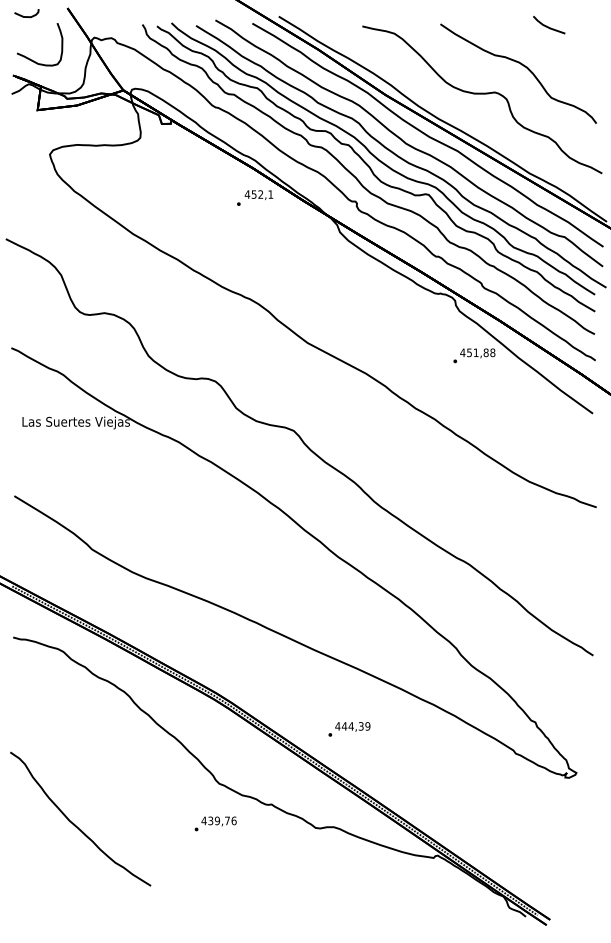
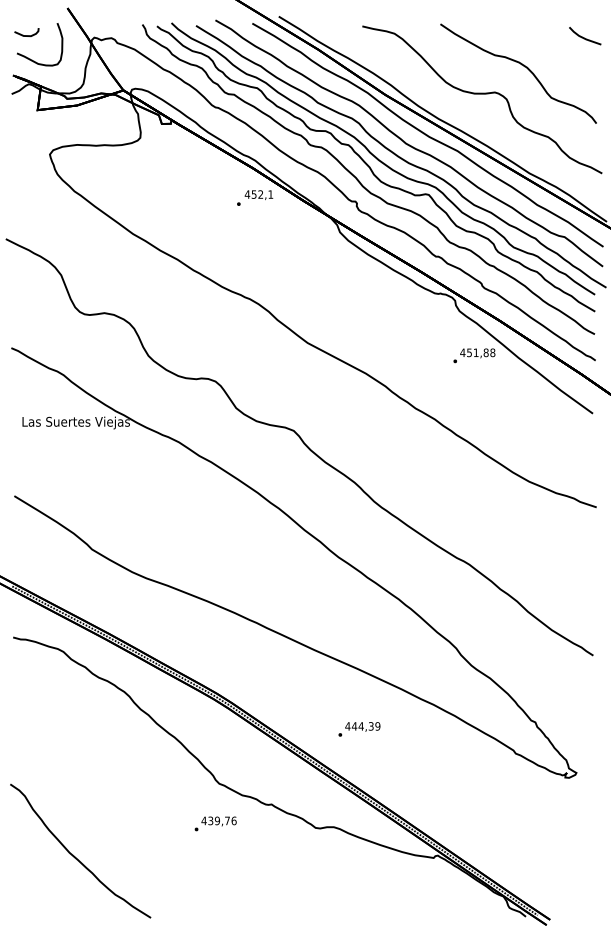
curve at (26, 16) position: (26, 16) -> (26, 35)
line at (548, 26) position: (548, 26) -> (584, 37)
text at (349, 729) position: (349, 729) -> (359, 729)
curve at (74, 823) position: (74, 823) -> (74, 855)
